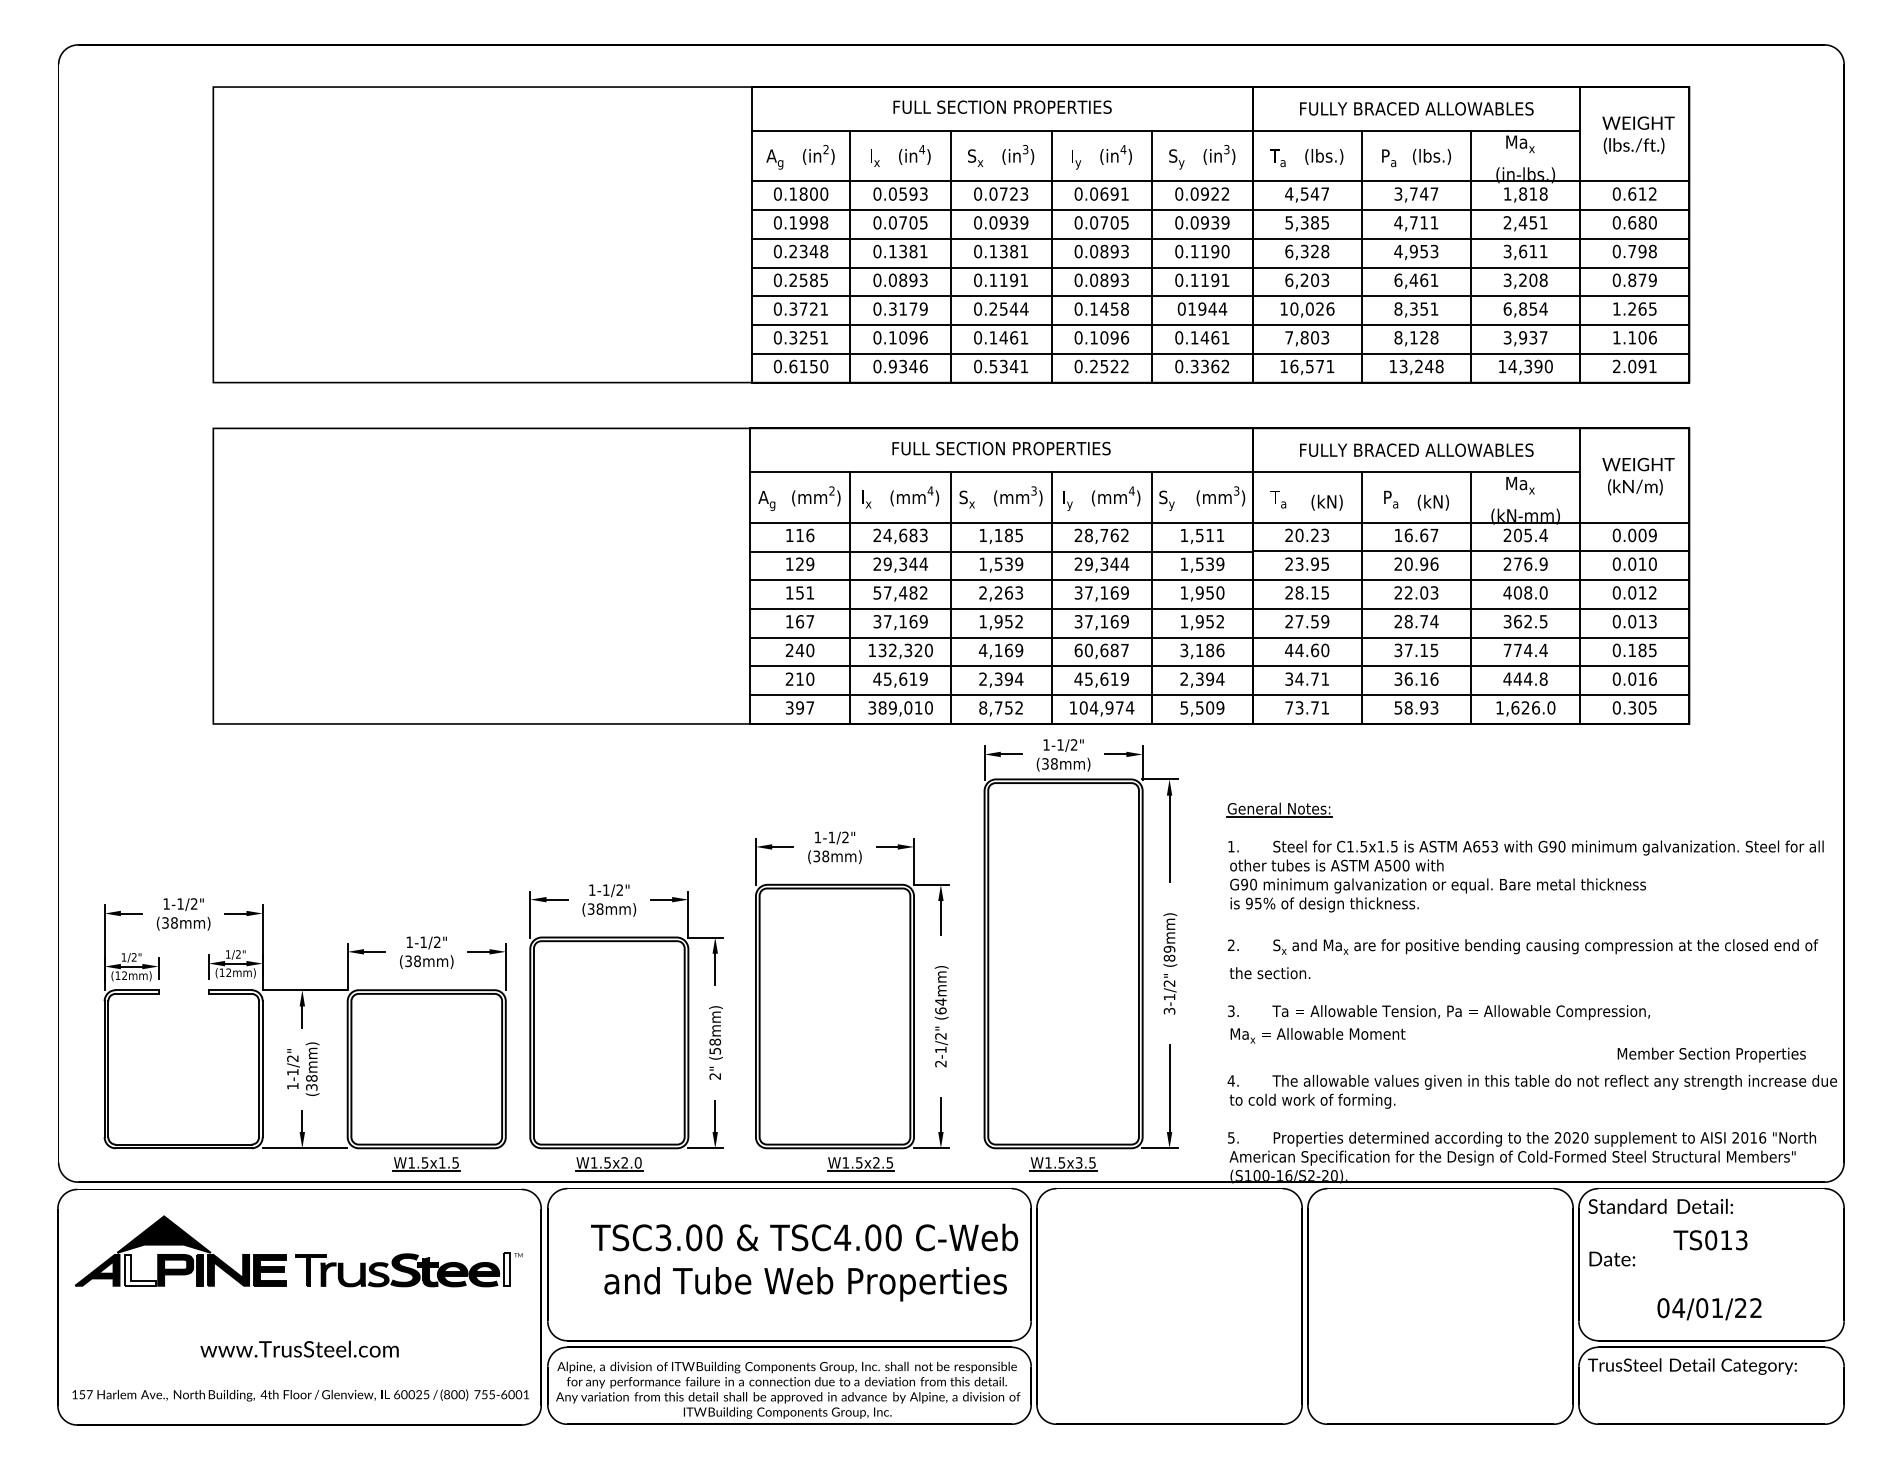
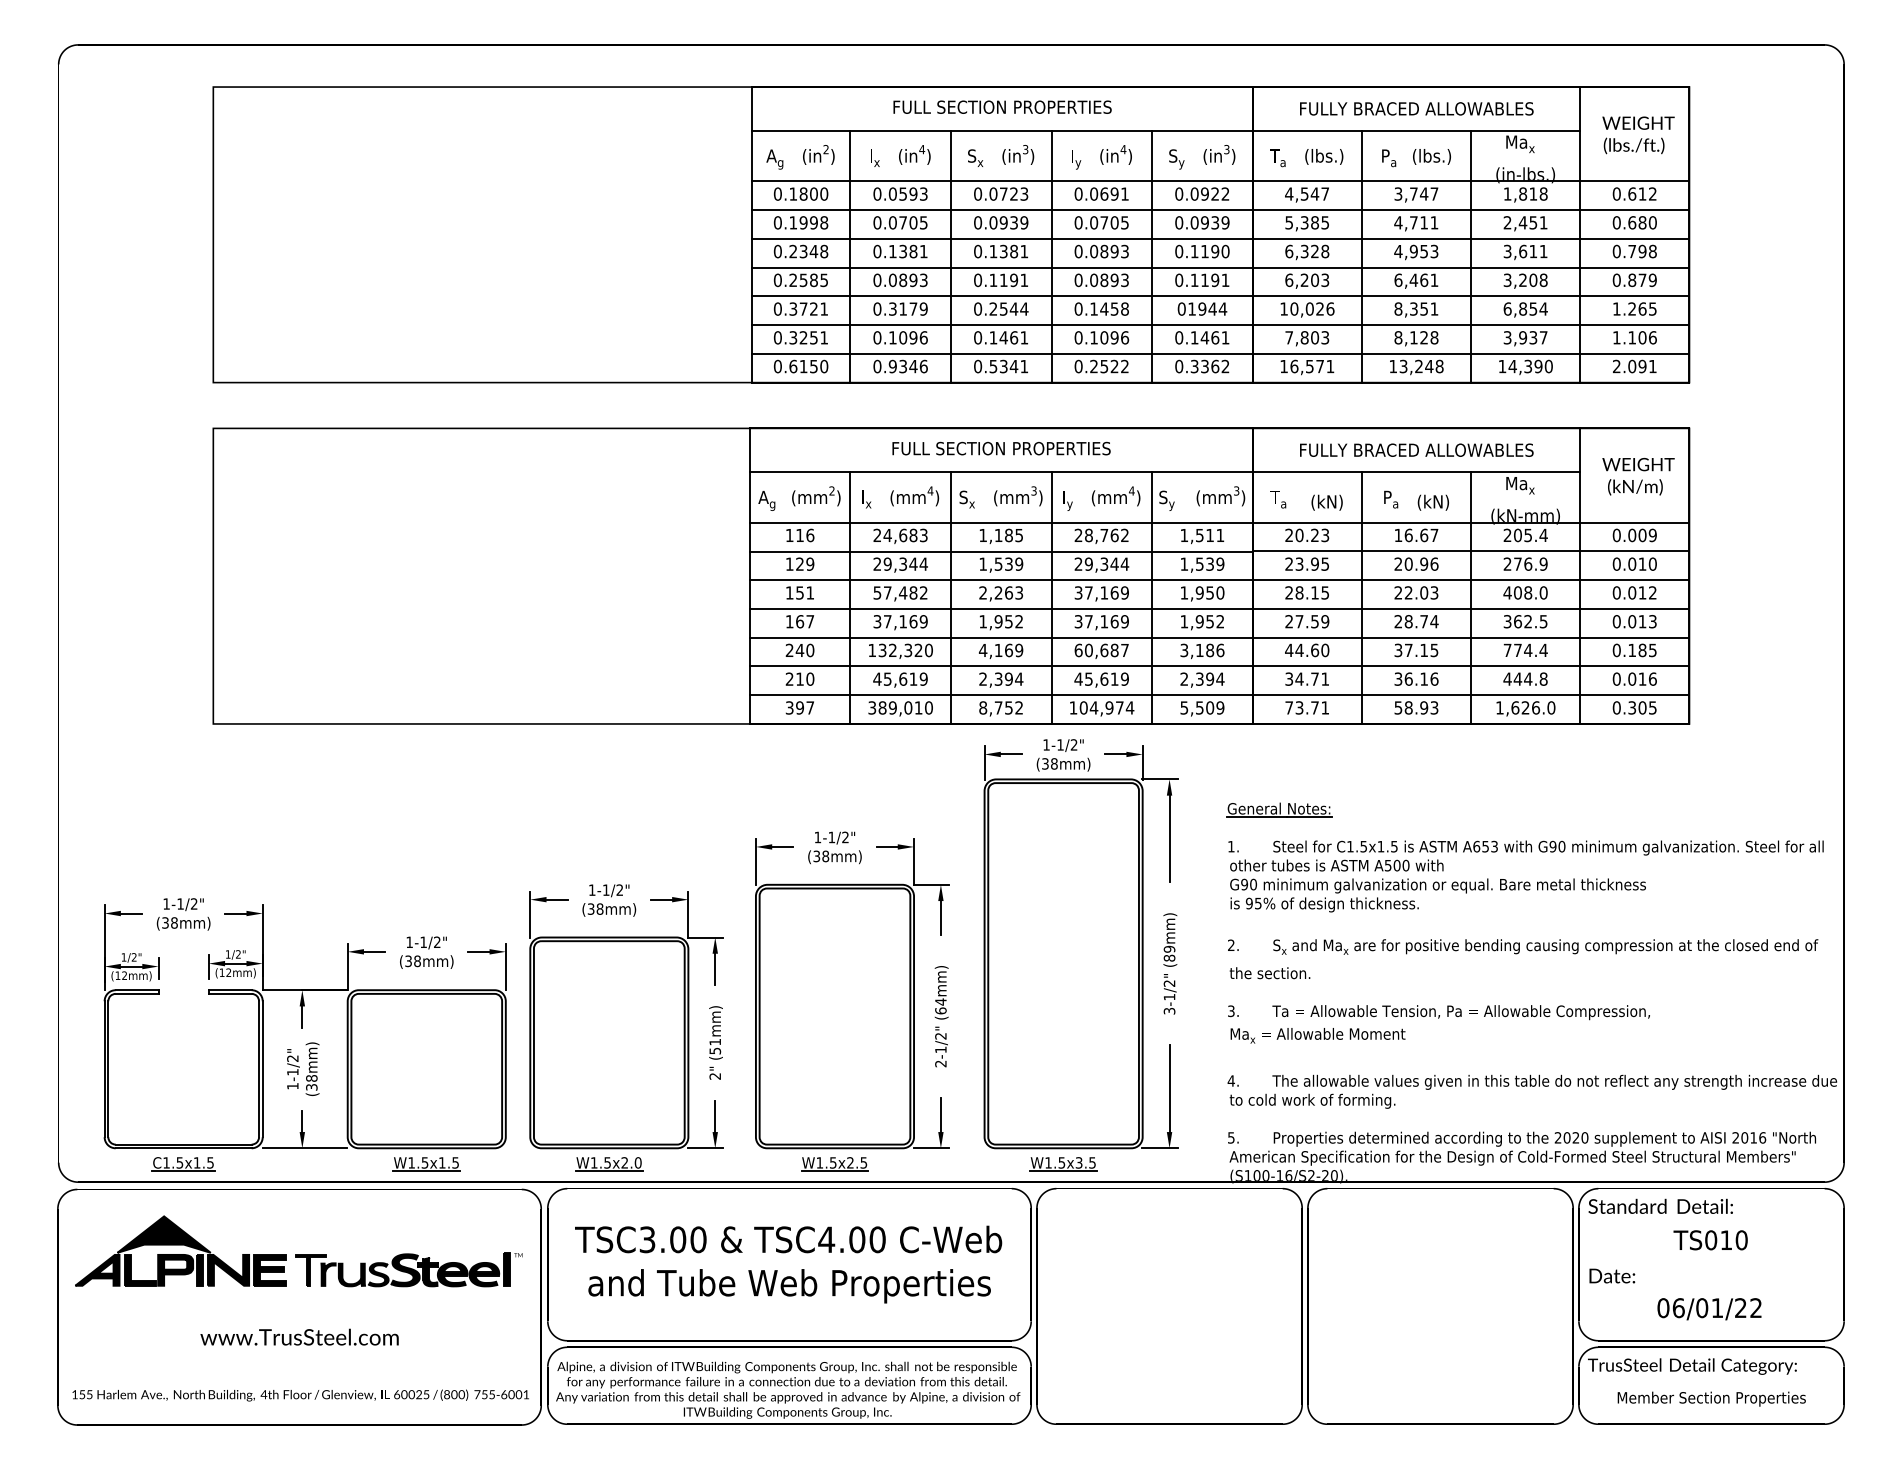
text at (715, 1041): (58mm) -> (51mm)
text at (1711, 1054) position: (1711, 1054) -> (1711, 1398)
part at (183, 1164): none -> present
part at (860, 1164) position: (860, 1164) -> (834, 1164)
text at (1741, 1240): TS013 -> TS010
text at (1612, 1258) position: (1612, 1258) -> (1612, 1275)
text at (804, 1262) position: (804, 1262) -> (788, 1264)
fill at (139, 1269): none -> present
fill at (506, 1269): none -> present
text at (1678, 1308): 04/01/22 -> 06/01/22
text at (299, 1348) position: (299, 1348) -> (299, 1336)
text at (89, 1394): 157 -> 155
